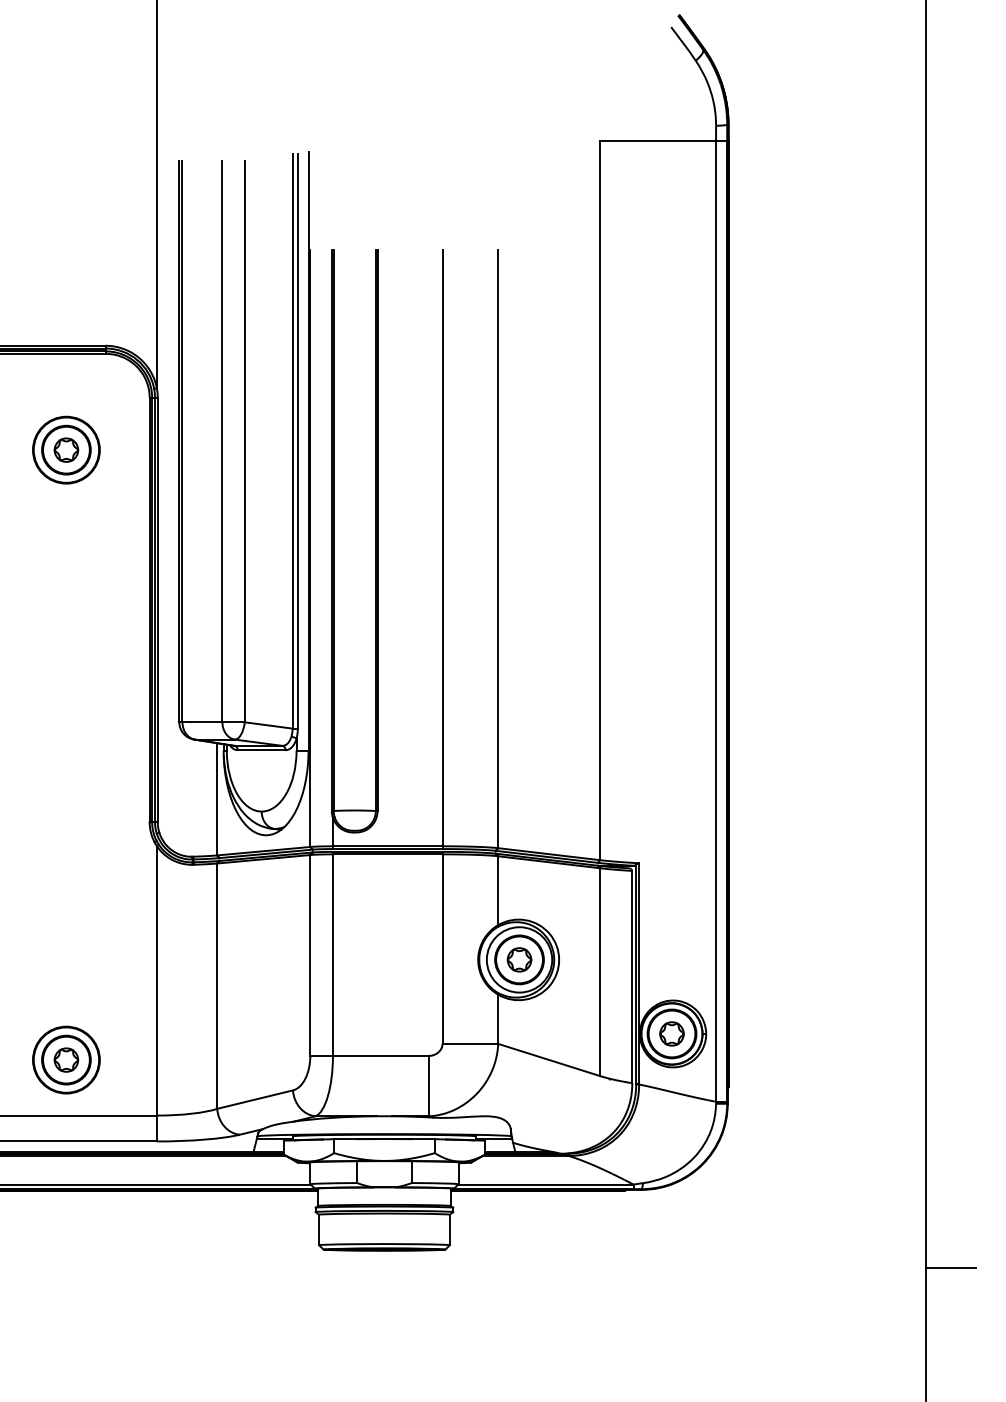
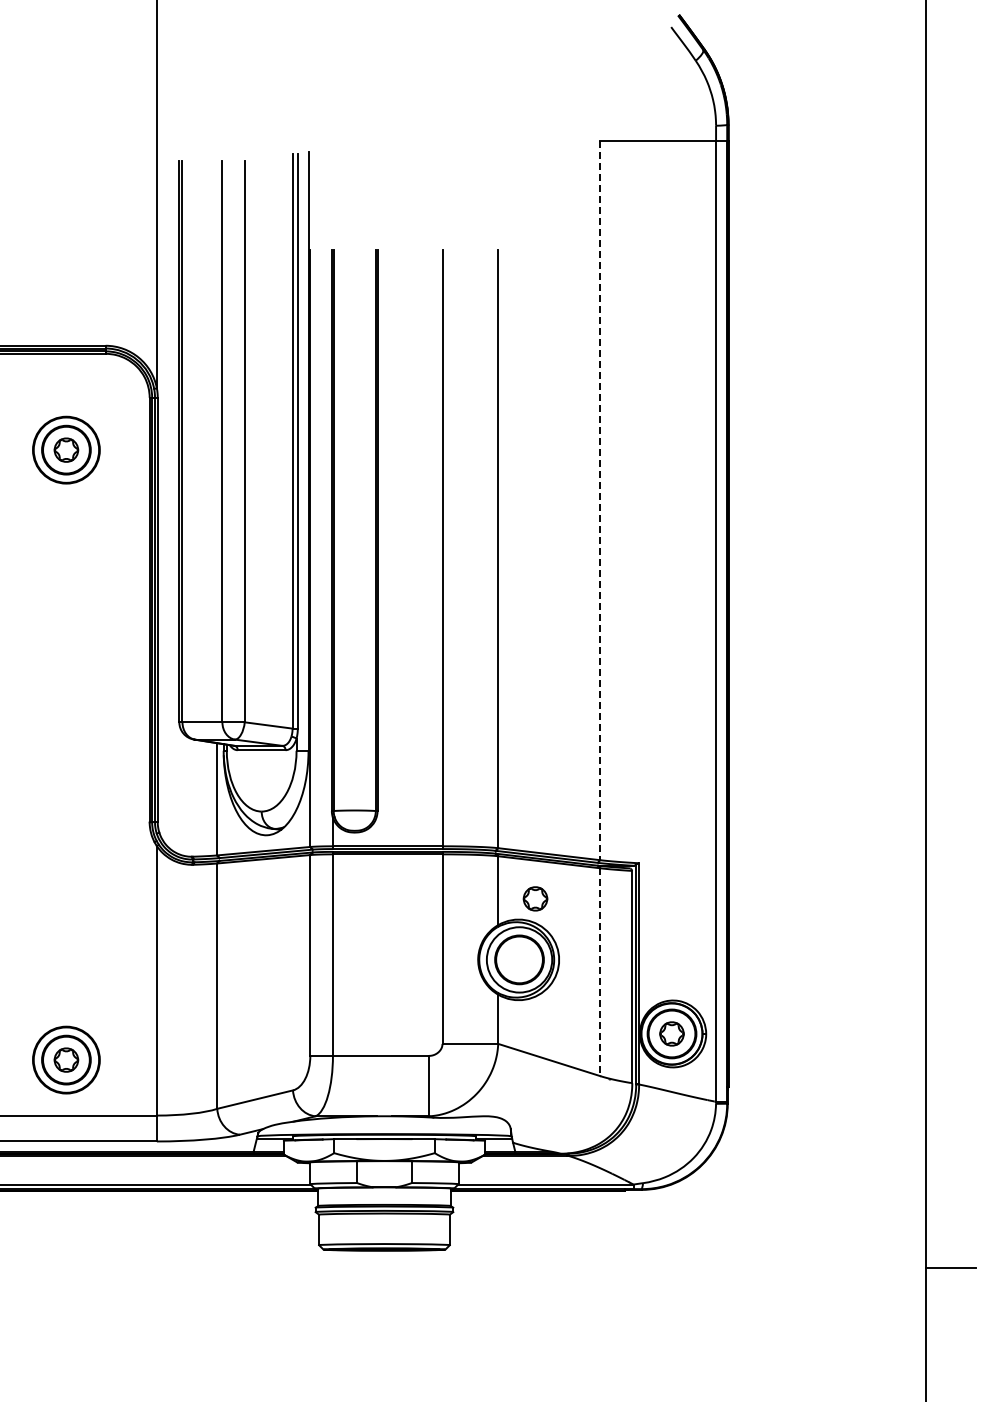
line at (600, 501): solid -> dashed
part at (519, 959) position: (519, 959) -> (535, 898)
line at (600, 972): solid -> dashed
